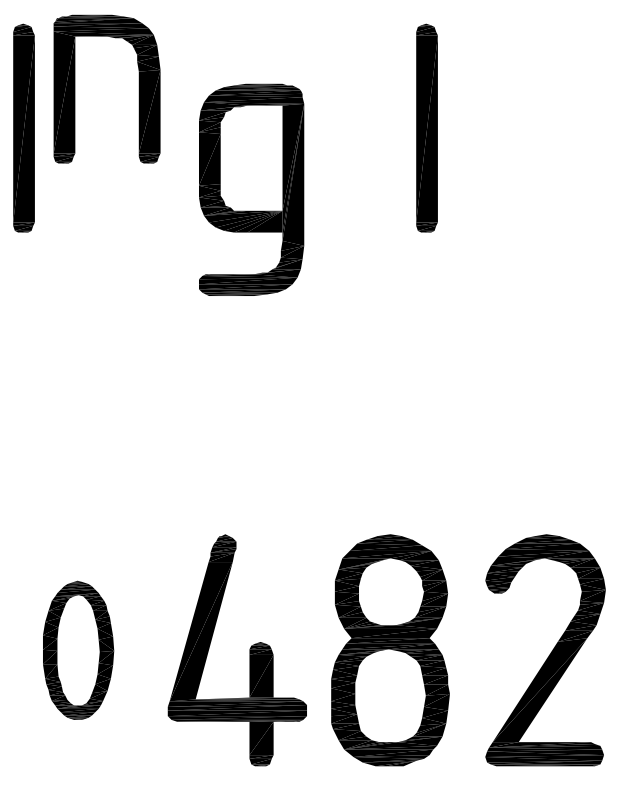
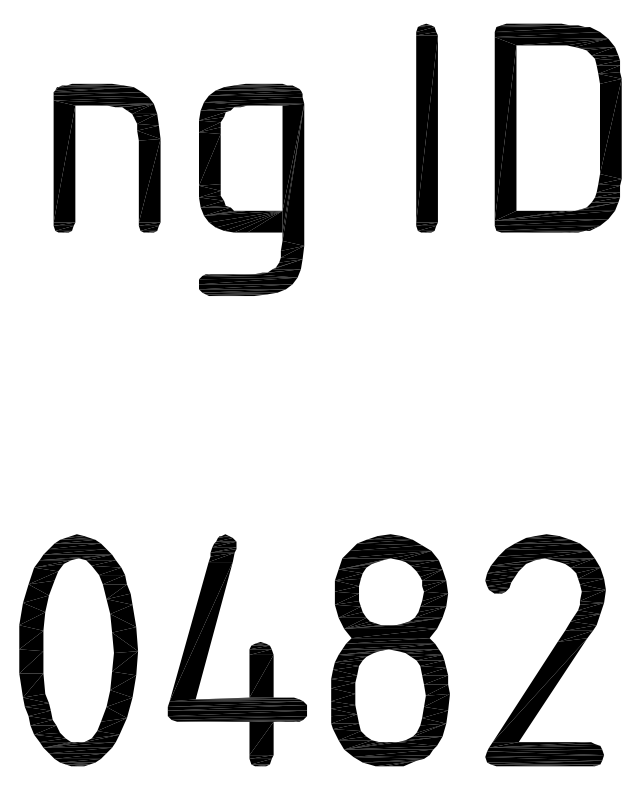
part at (75, 88) position: (75, 88) -> (75, 157)
part at (23, 127): present -> none
part at (557, 127): none -> present
part at (78, 649) size: 72x140 px -> 119x233 px
